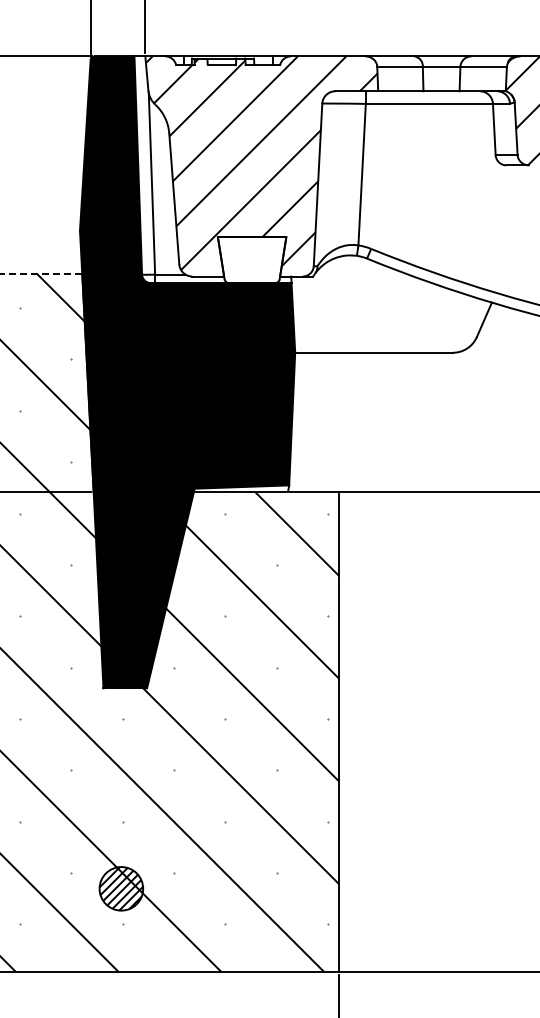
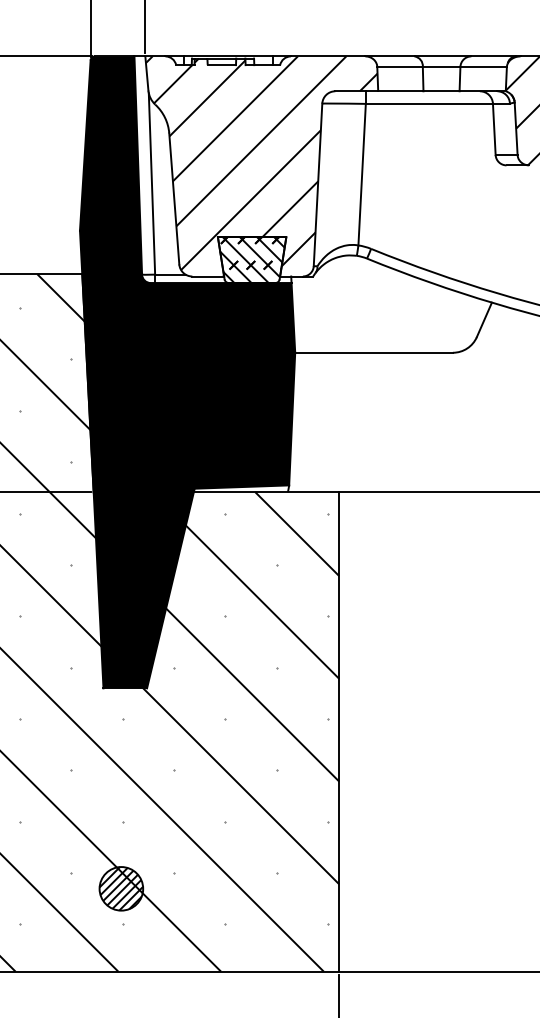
hatch at (252, 260): none -> present
line at (41, 274): dashed -> solid
